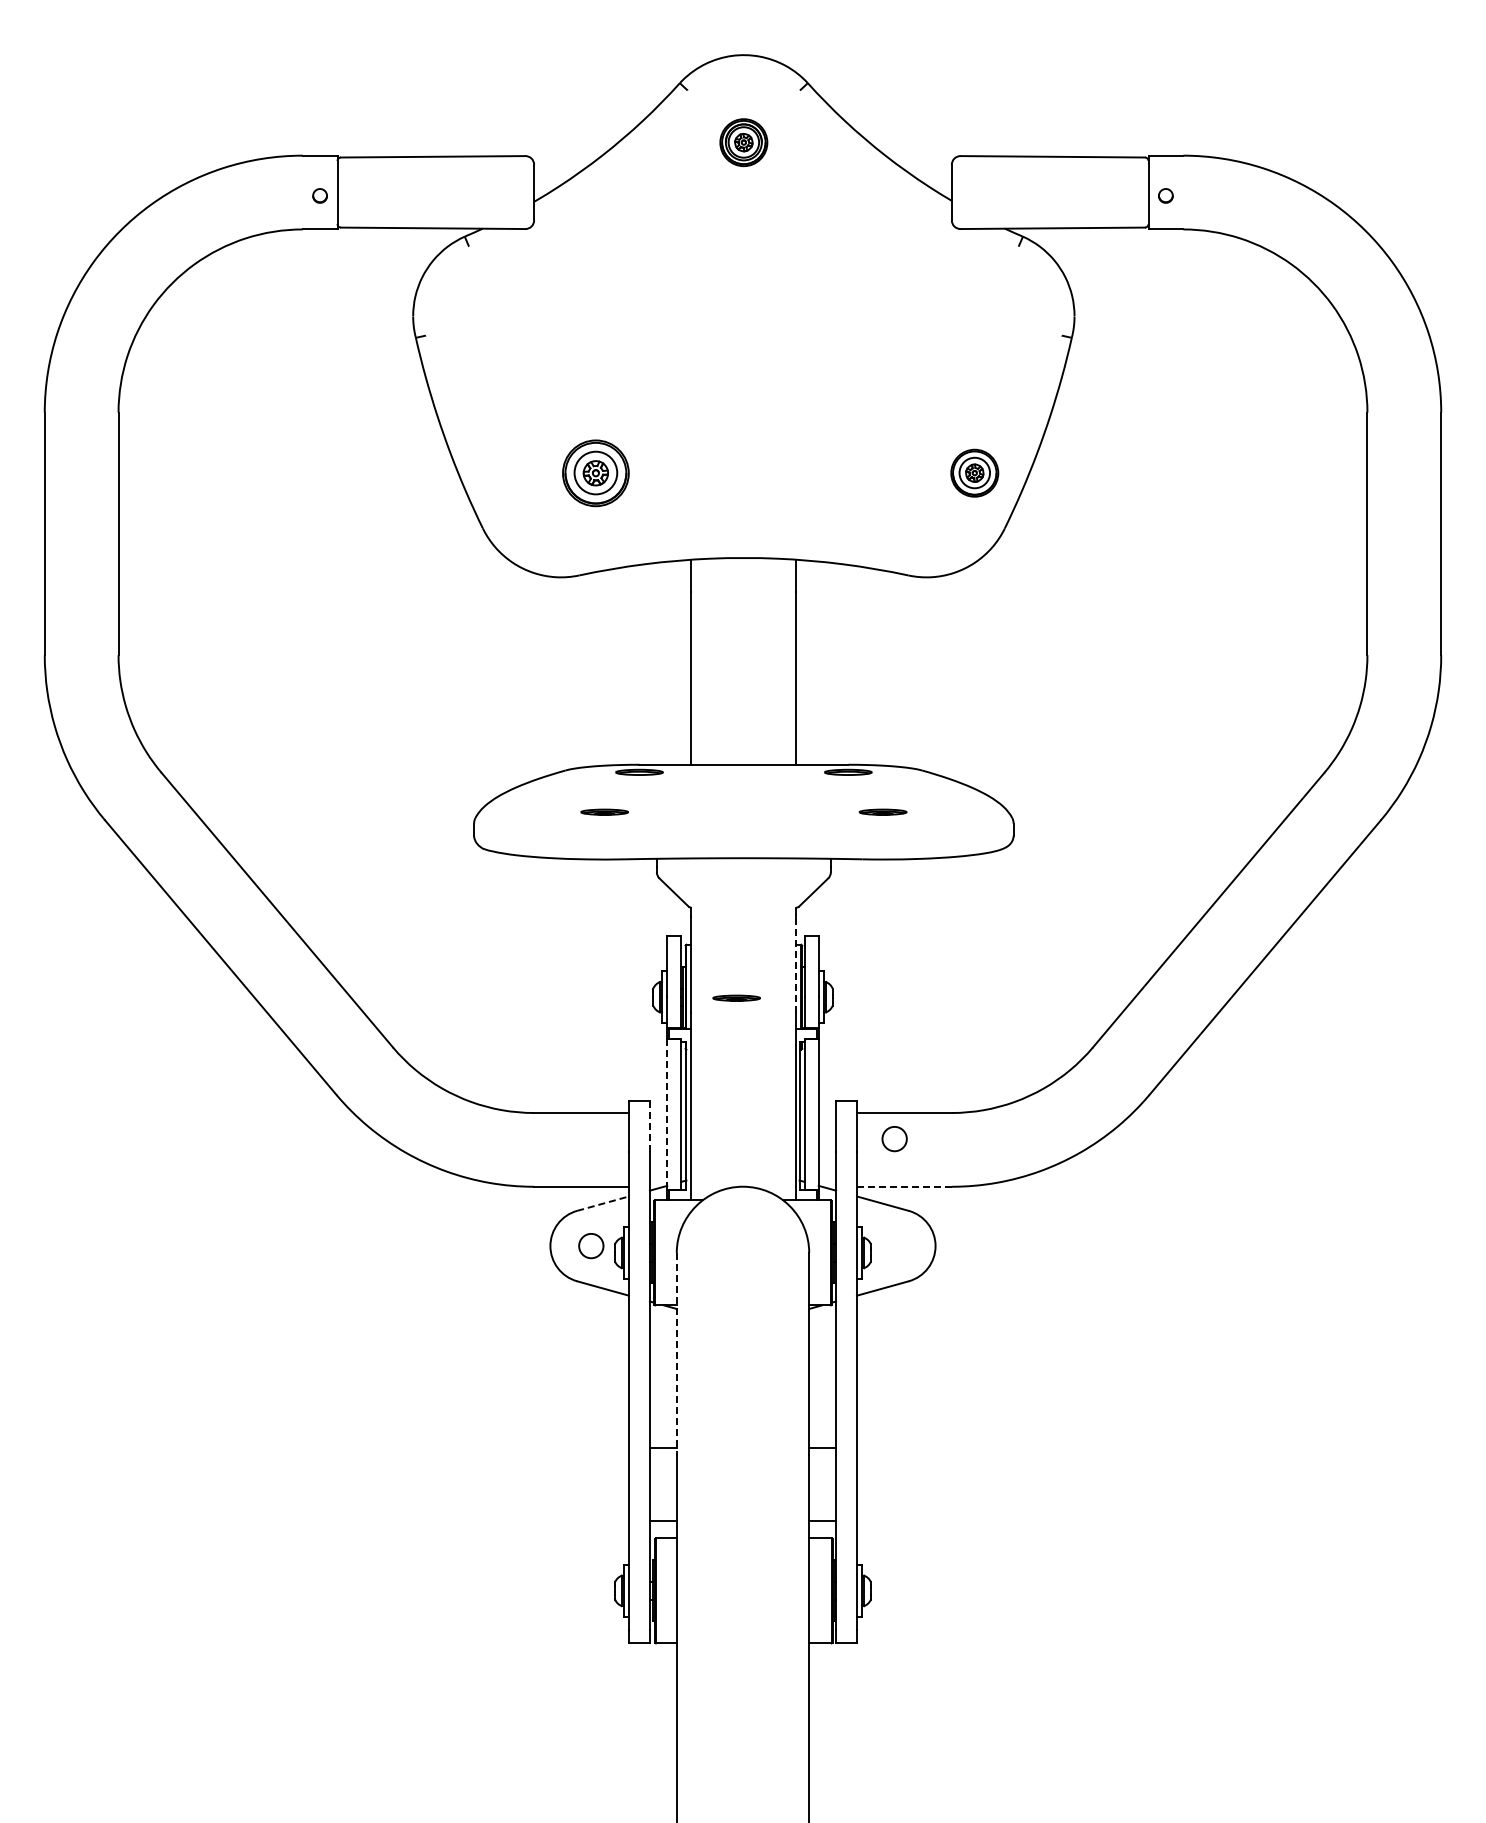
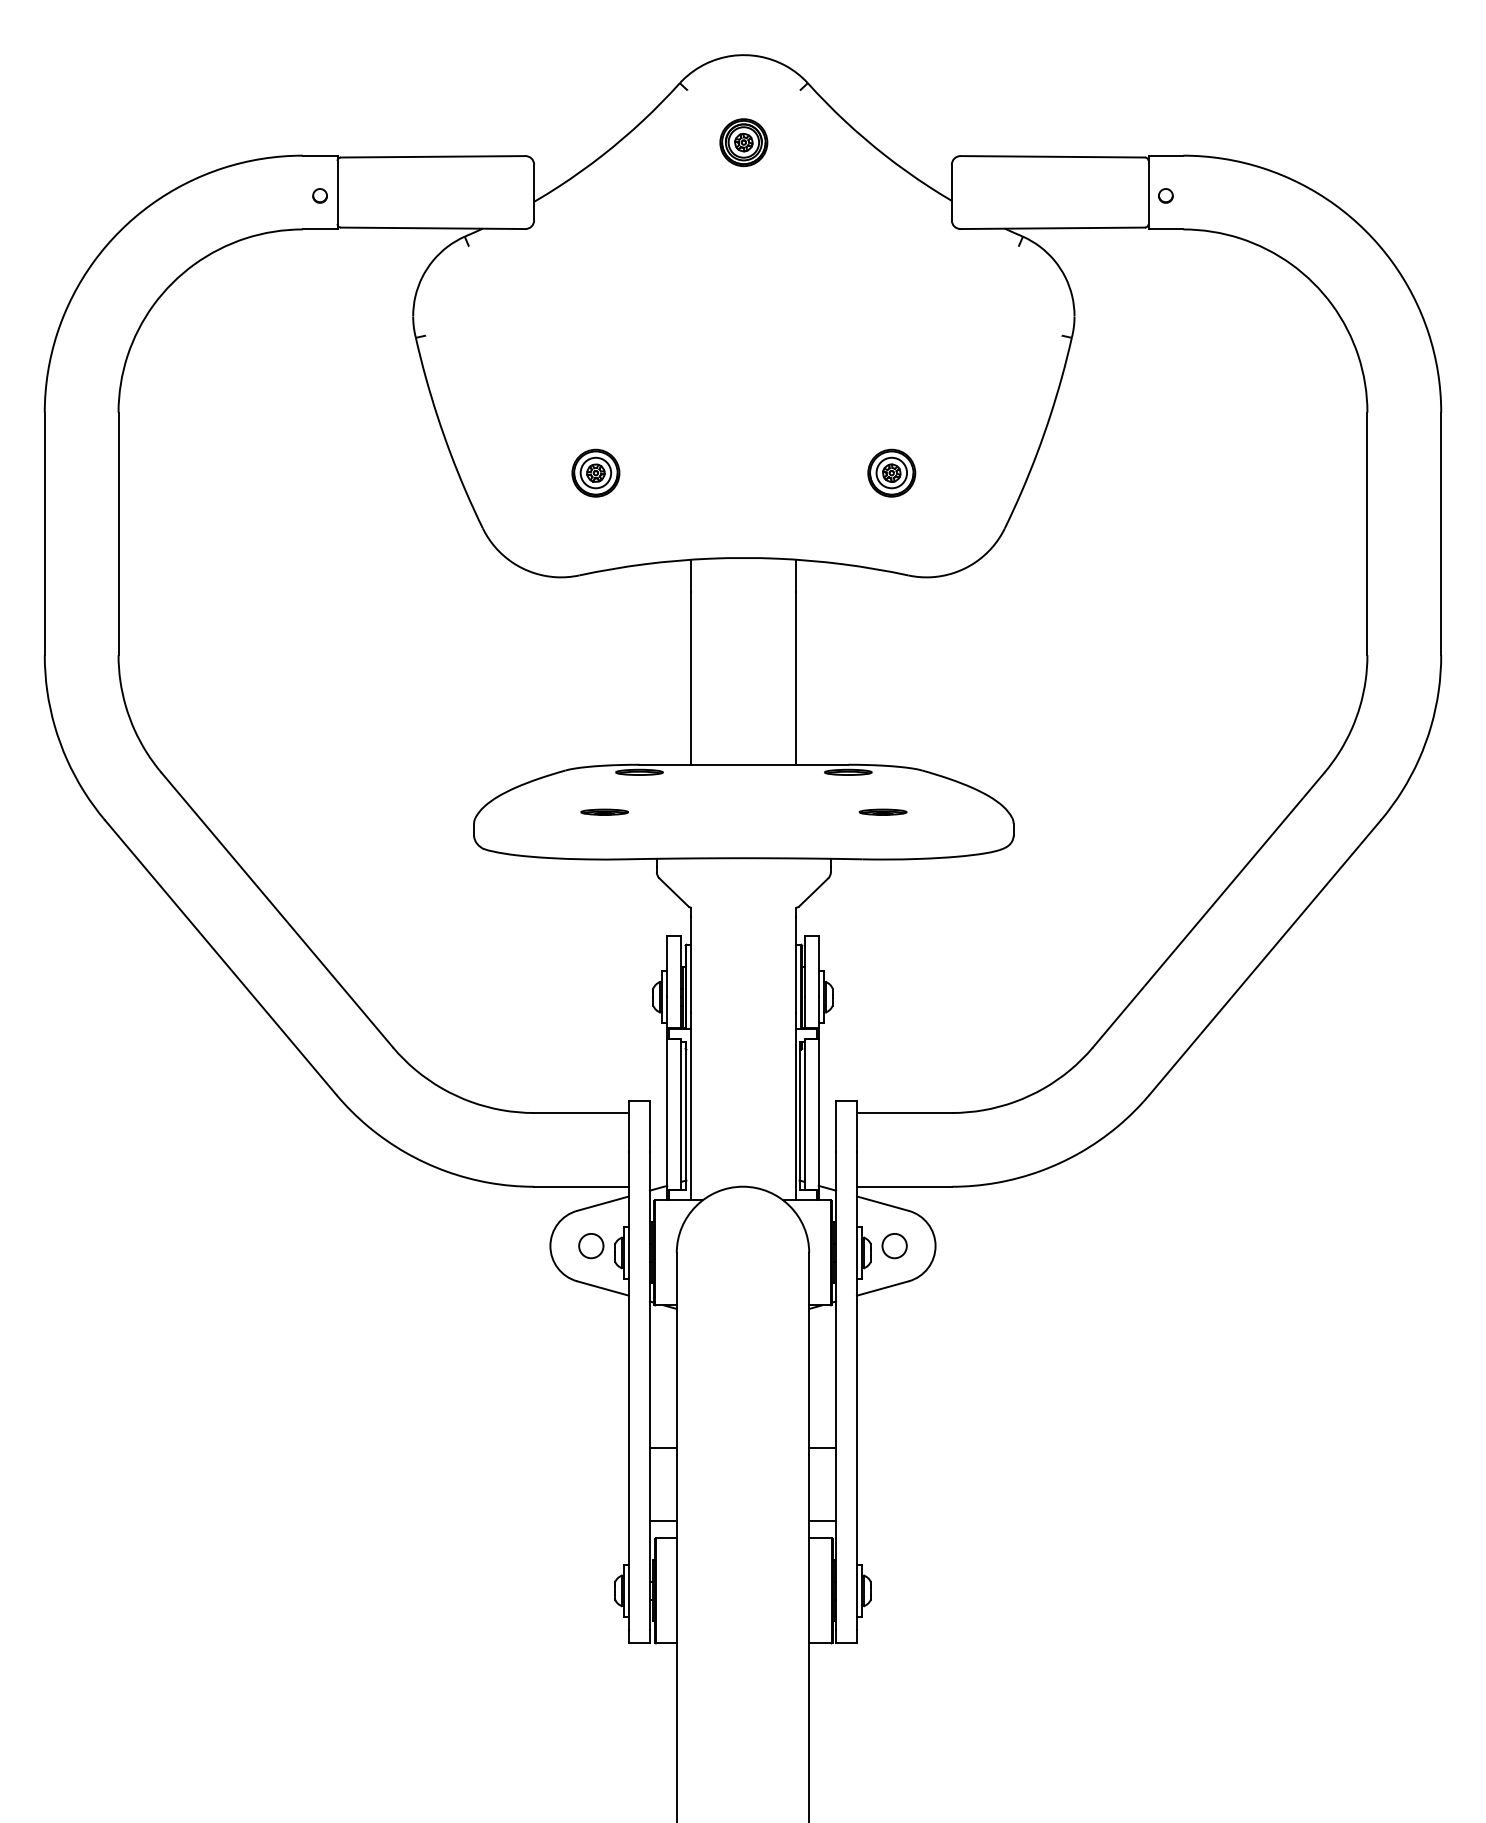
part at (974, 472) position: (974, 472) -> (891, 472)
part at (595, 473) size: 68x69 px -> 50x50 px
line at (796, 964): dashed -> solid
part at (736, 997): present -> none
line at (667, 1115): dashed -> solid
line at (649, 1127): dashed -> solid
circle at (894, 1139) position: (894, 1139) -> (894, 1246)
line at (904, 1186): dashed -> solid
line at (603, 1203): dashed -> solid
line at (676, 1353): dashed -> solid
